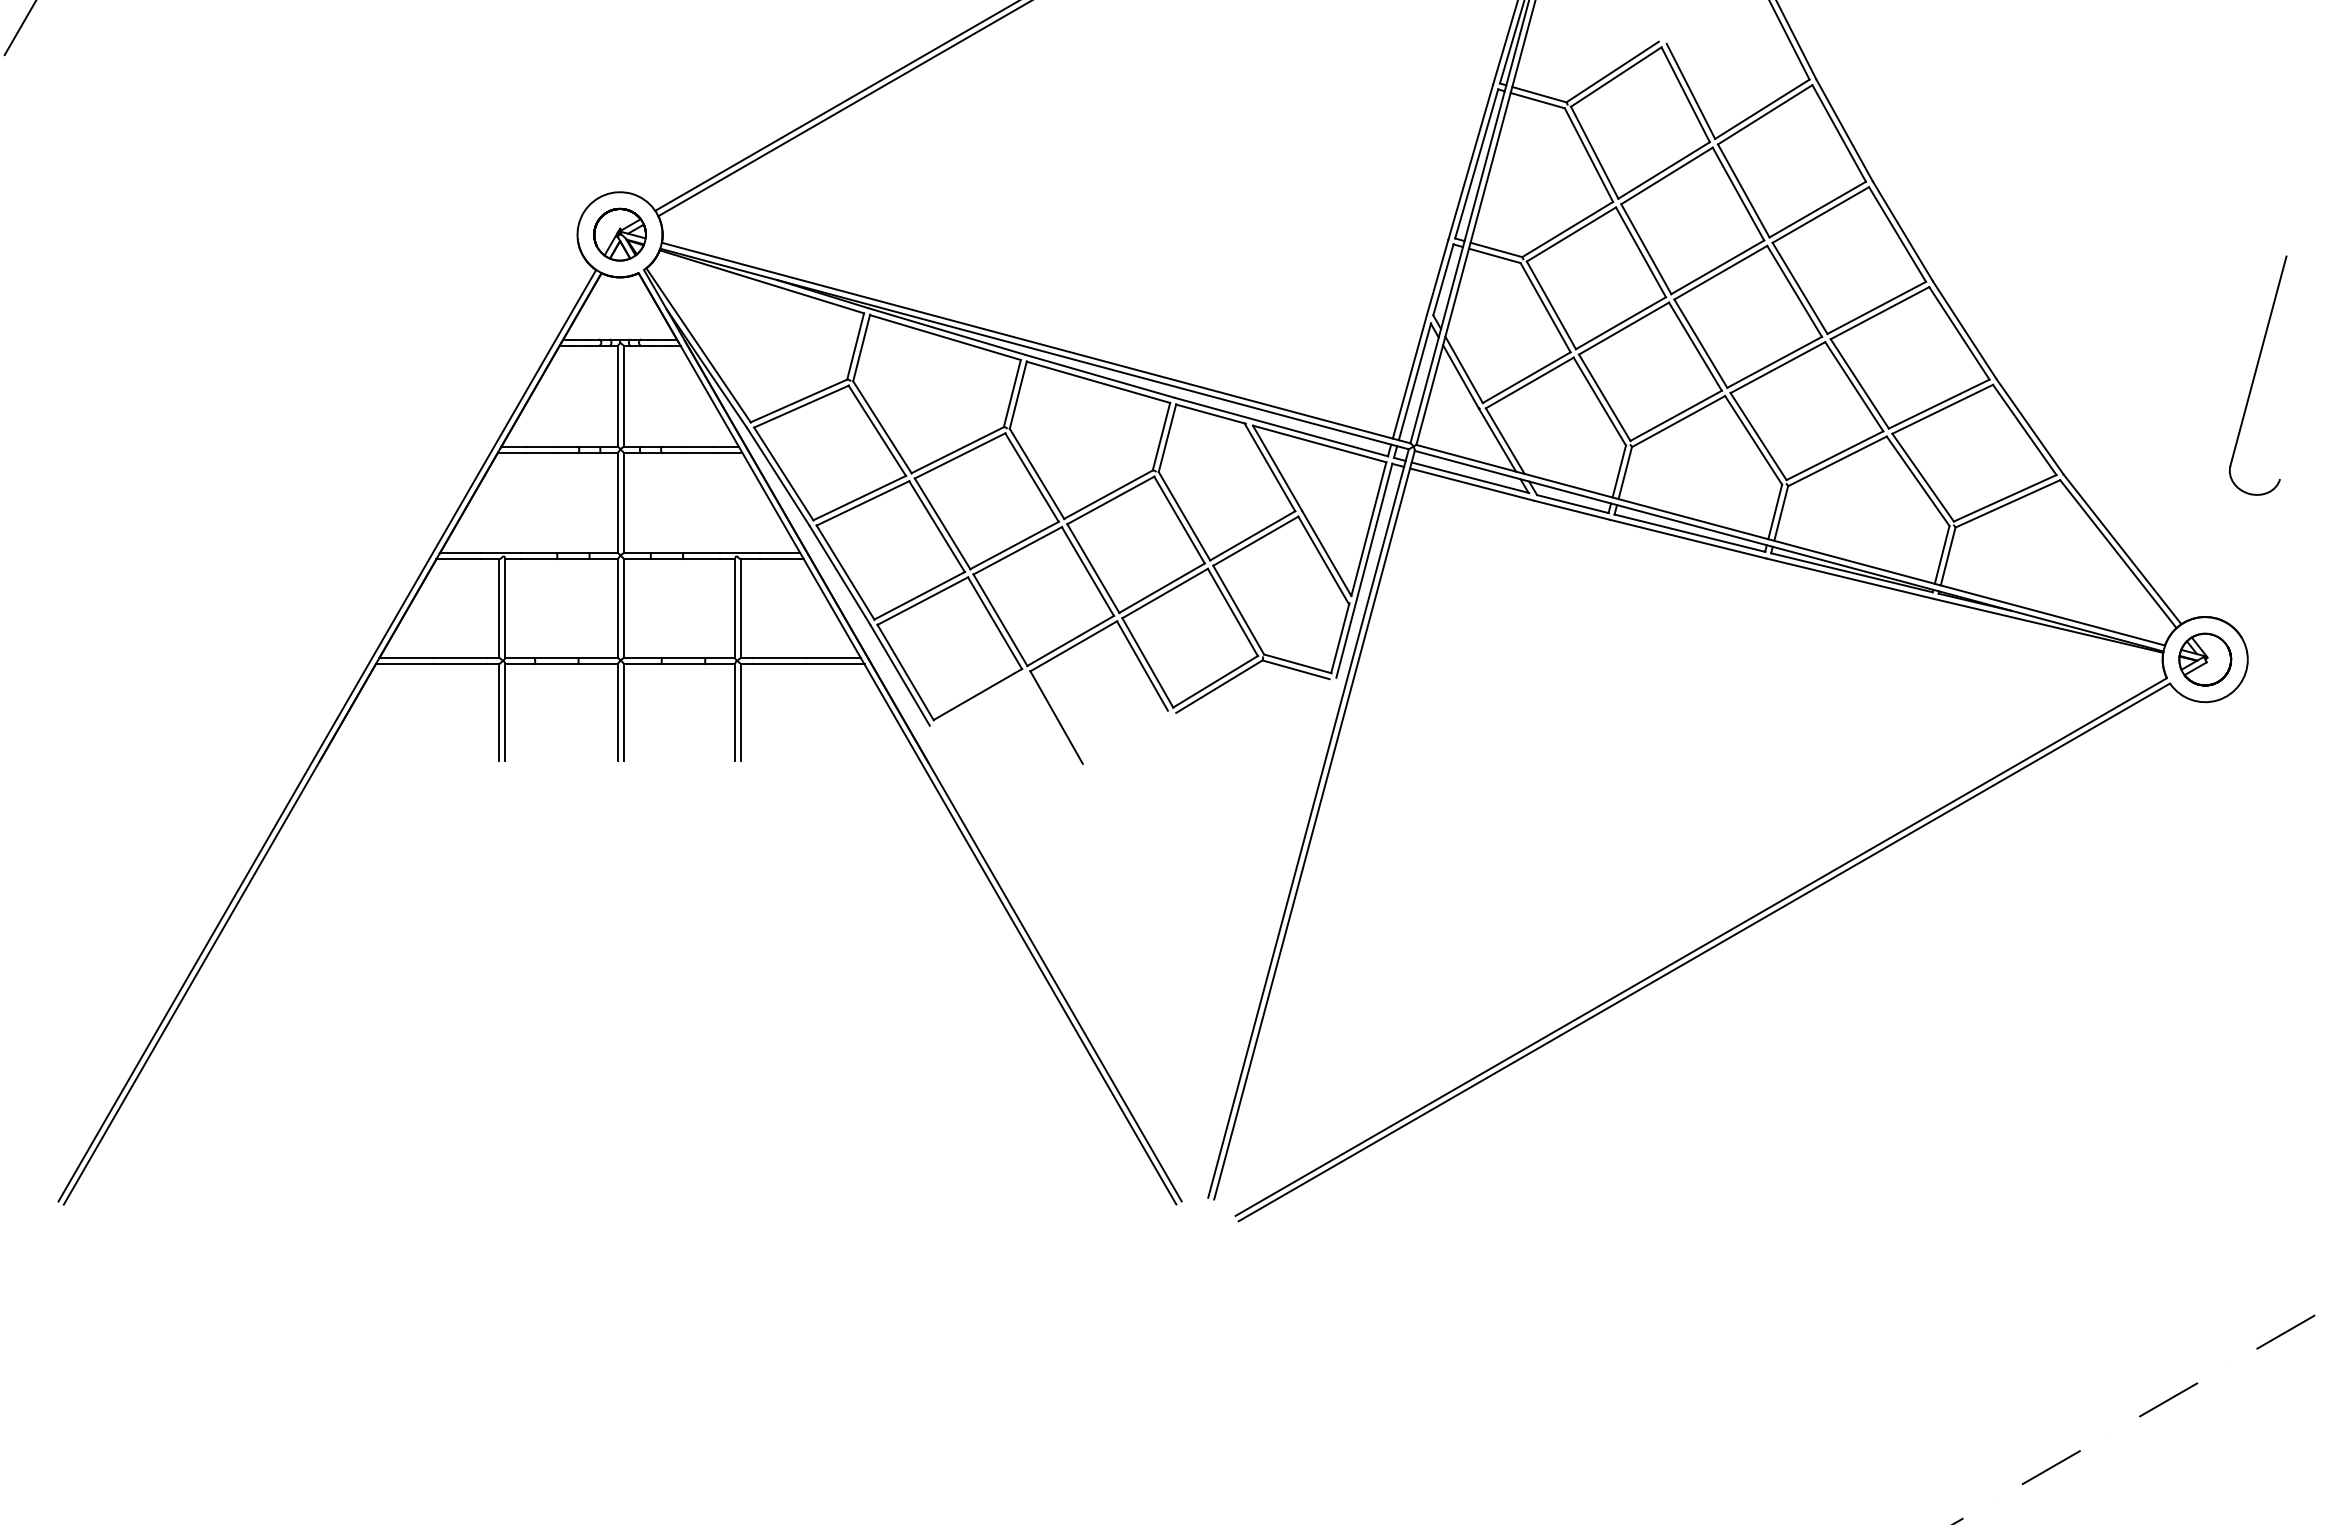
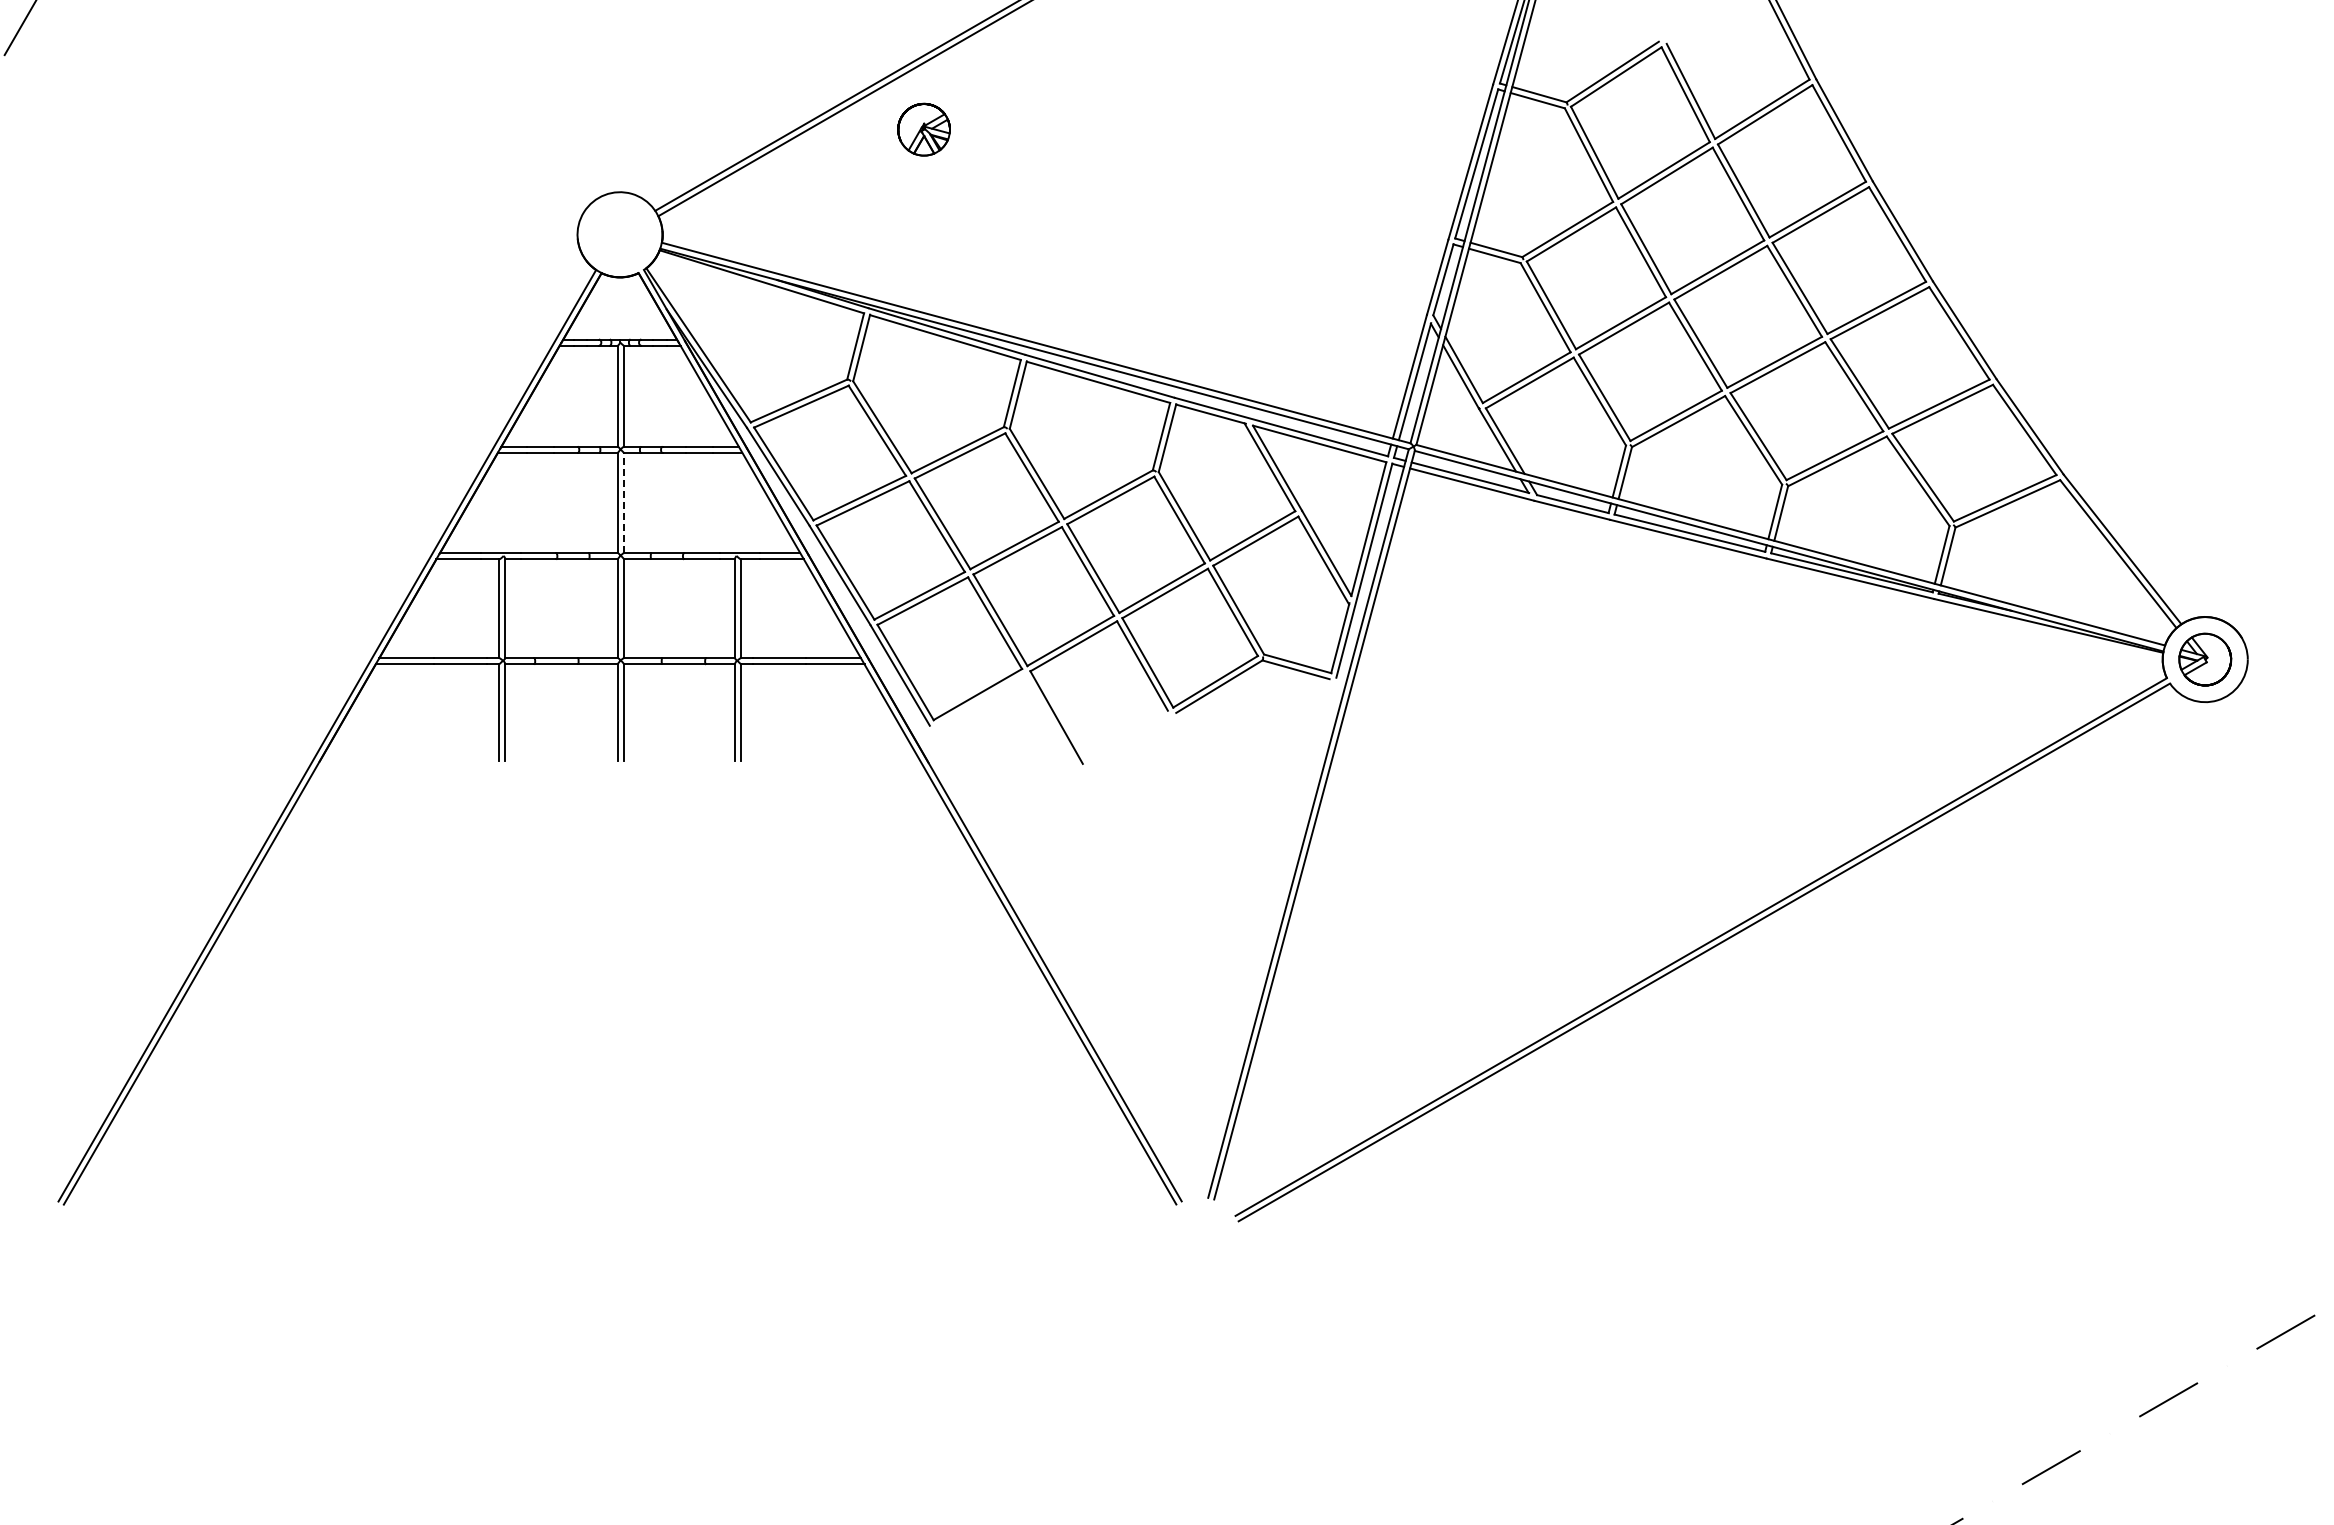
part at (619, 234) position: (619, 234) -> (923, 129)
part at (2257, 375): present -> none
line at (624, 502): solid -> dashed
